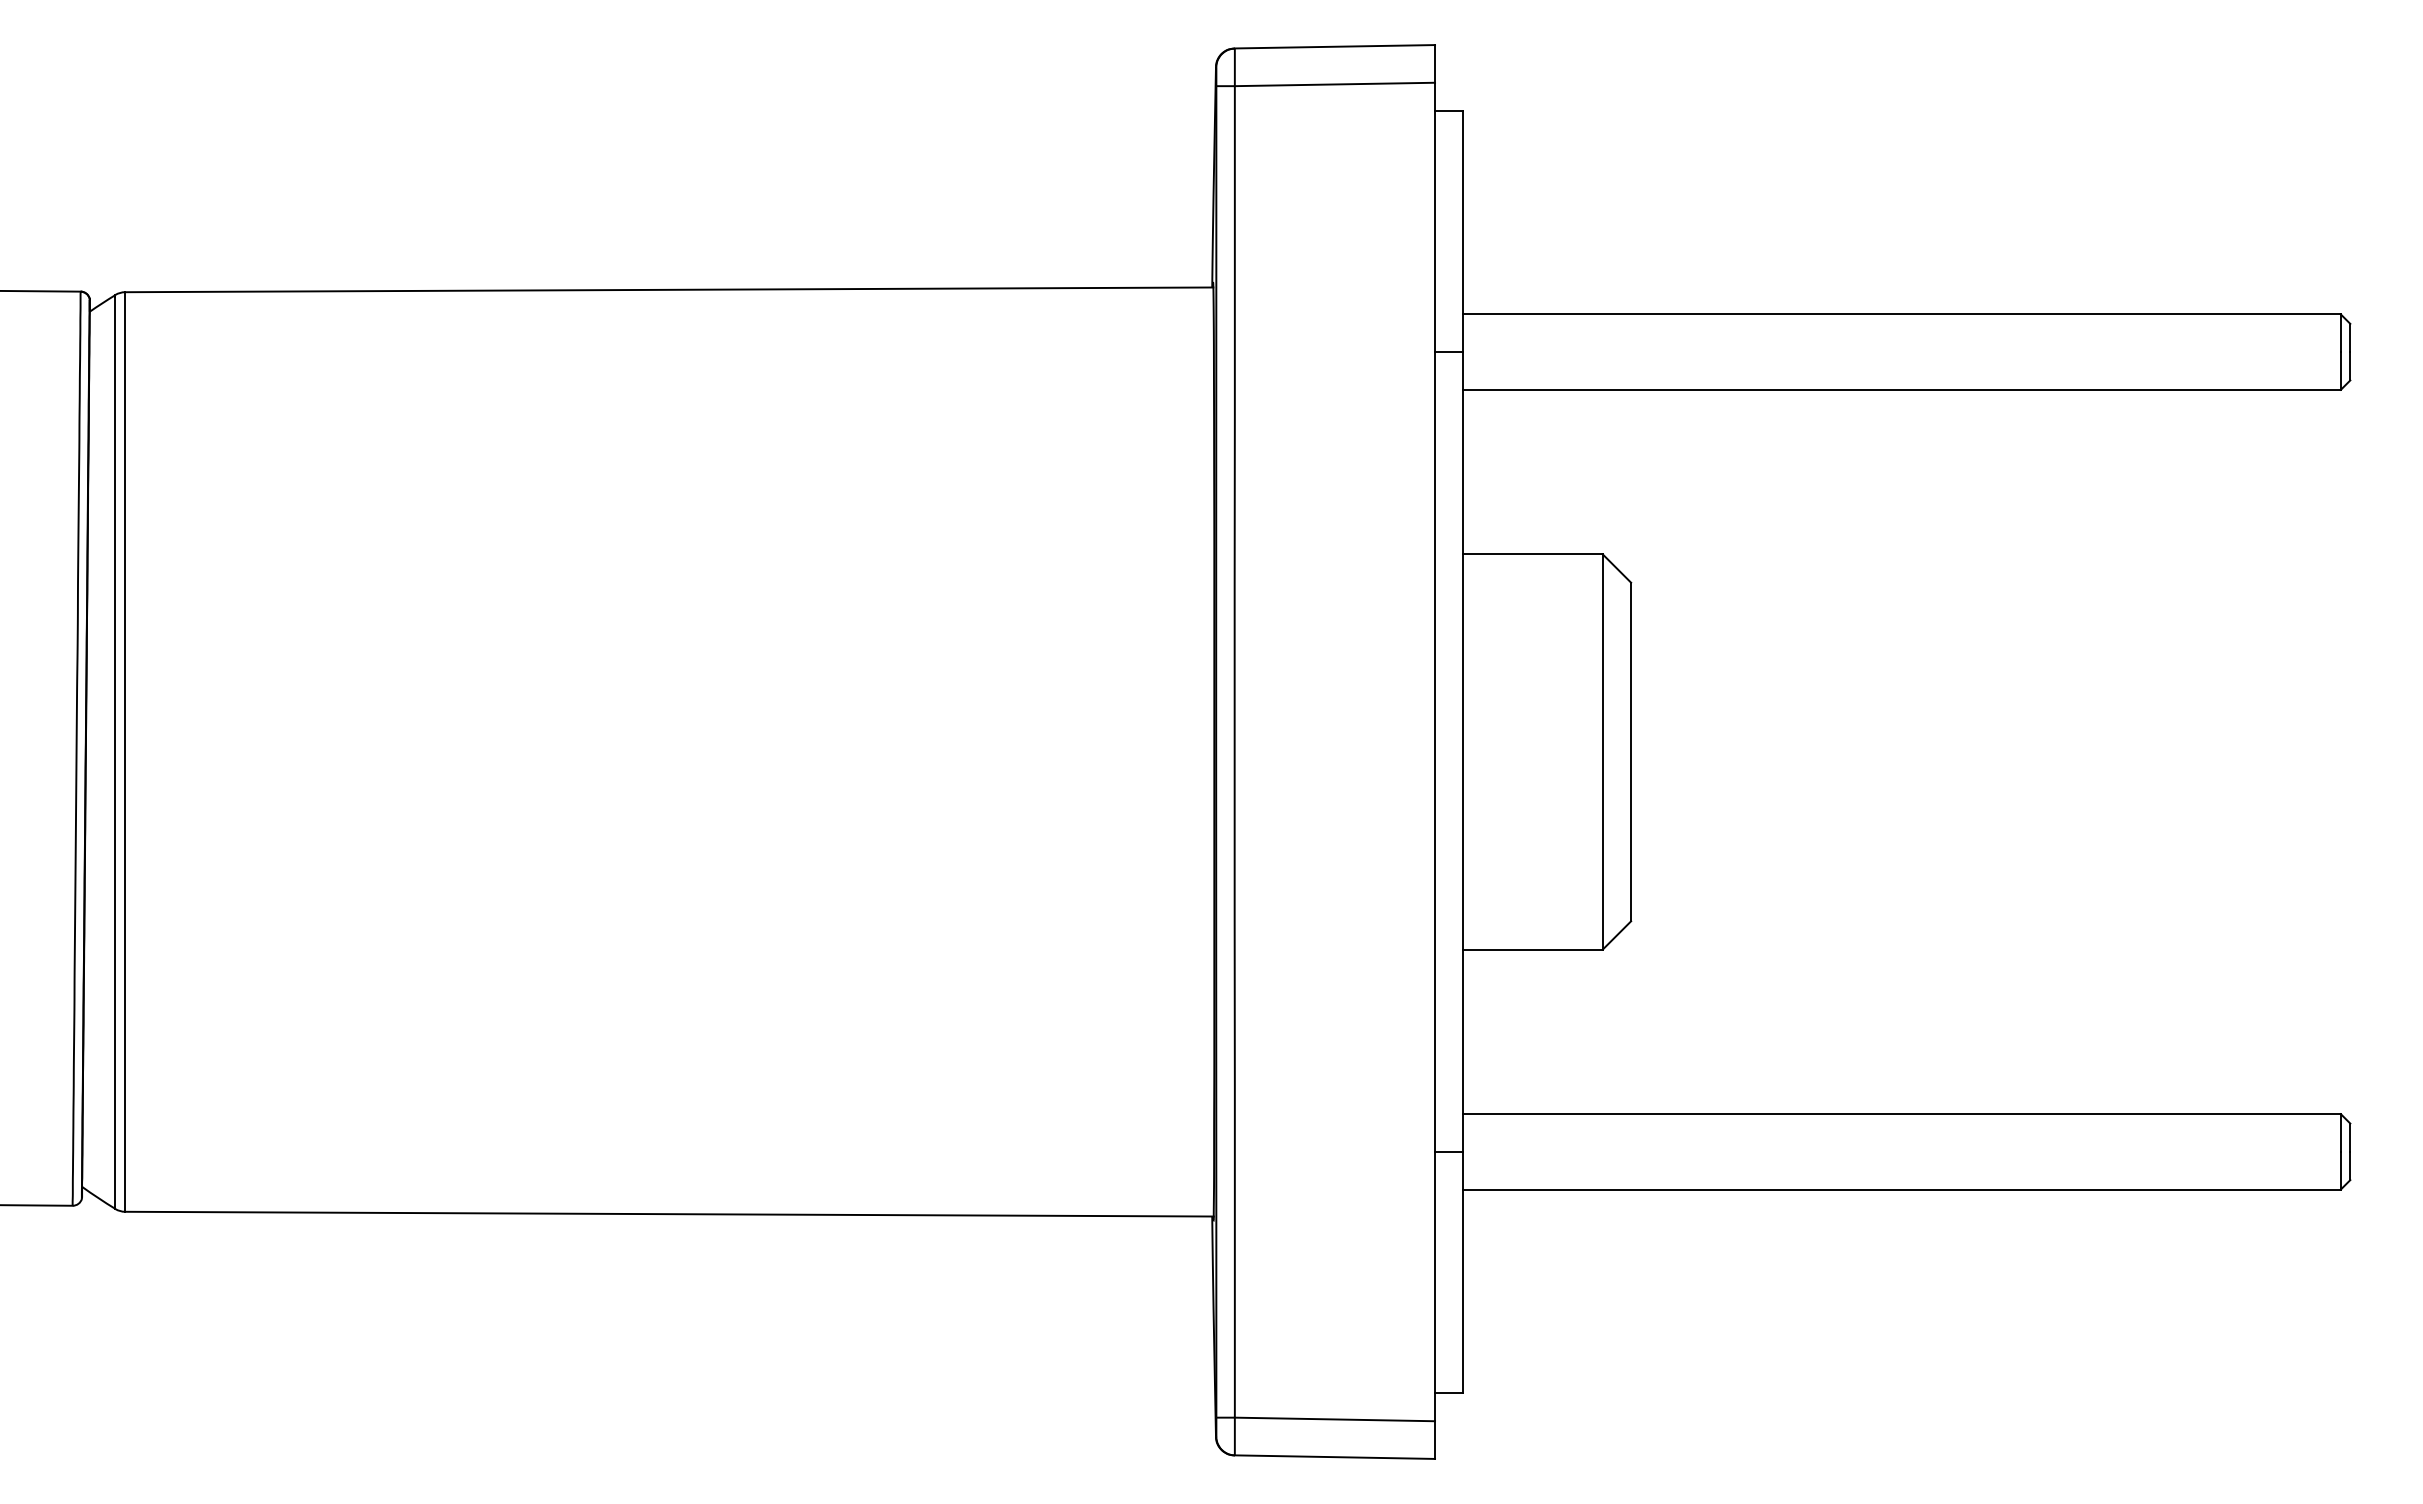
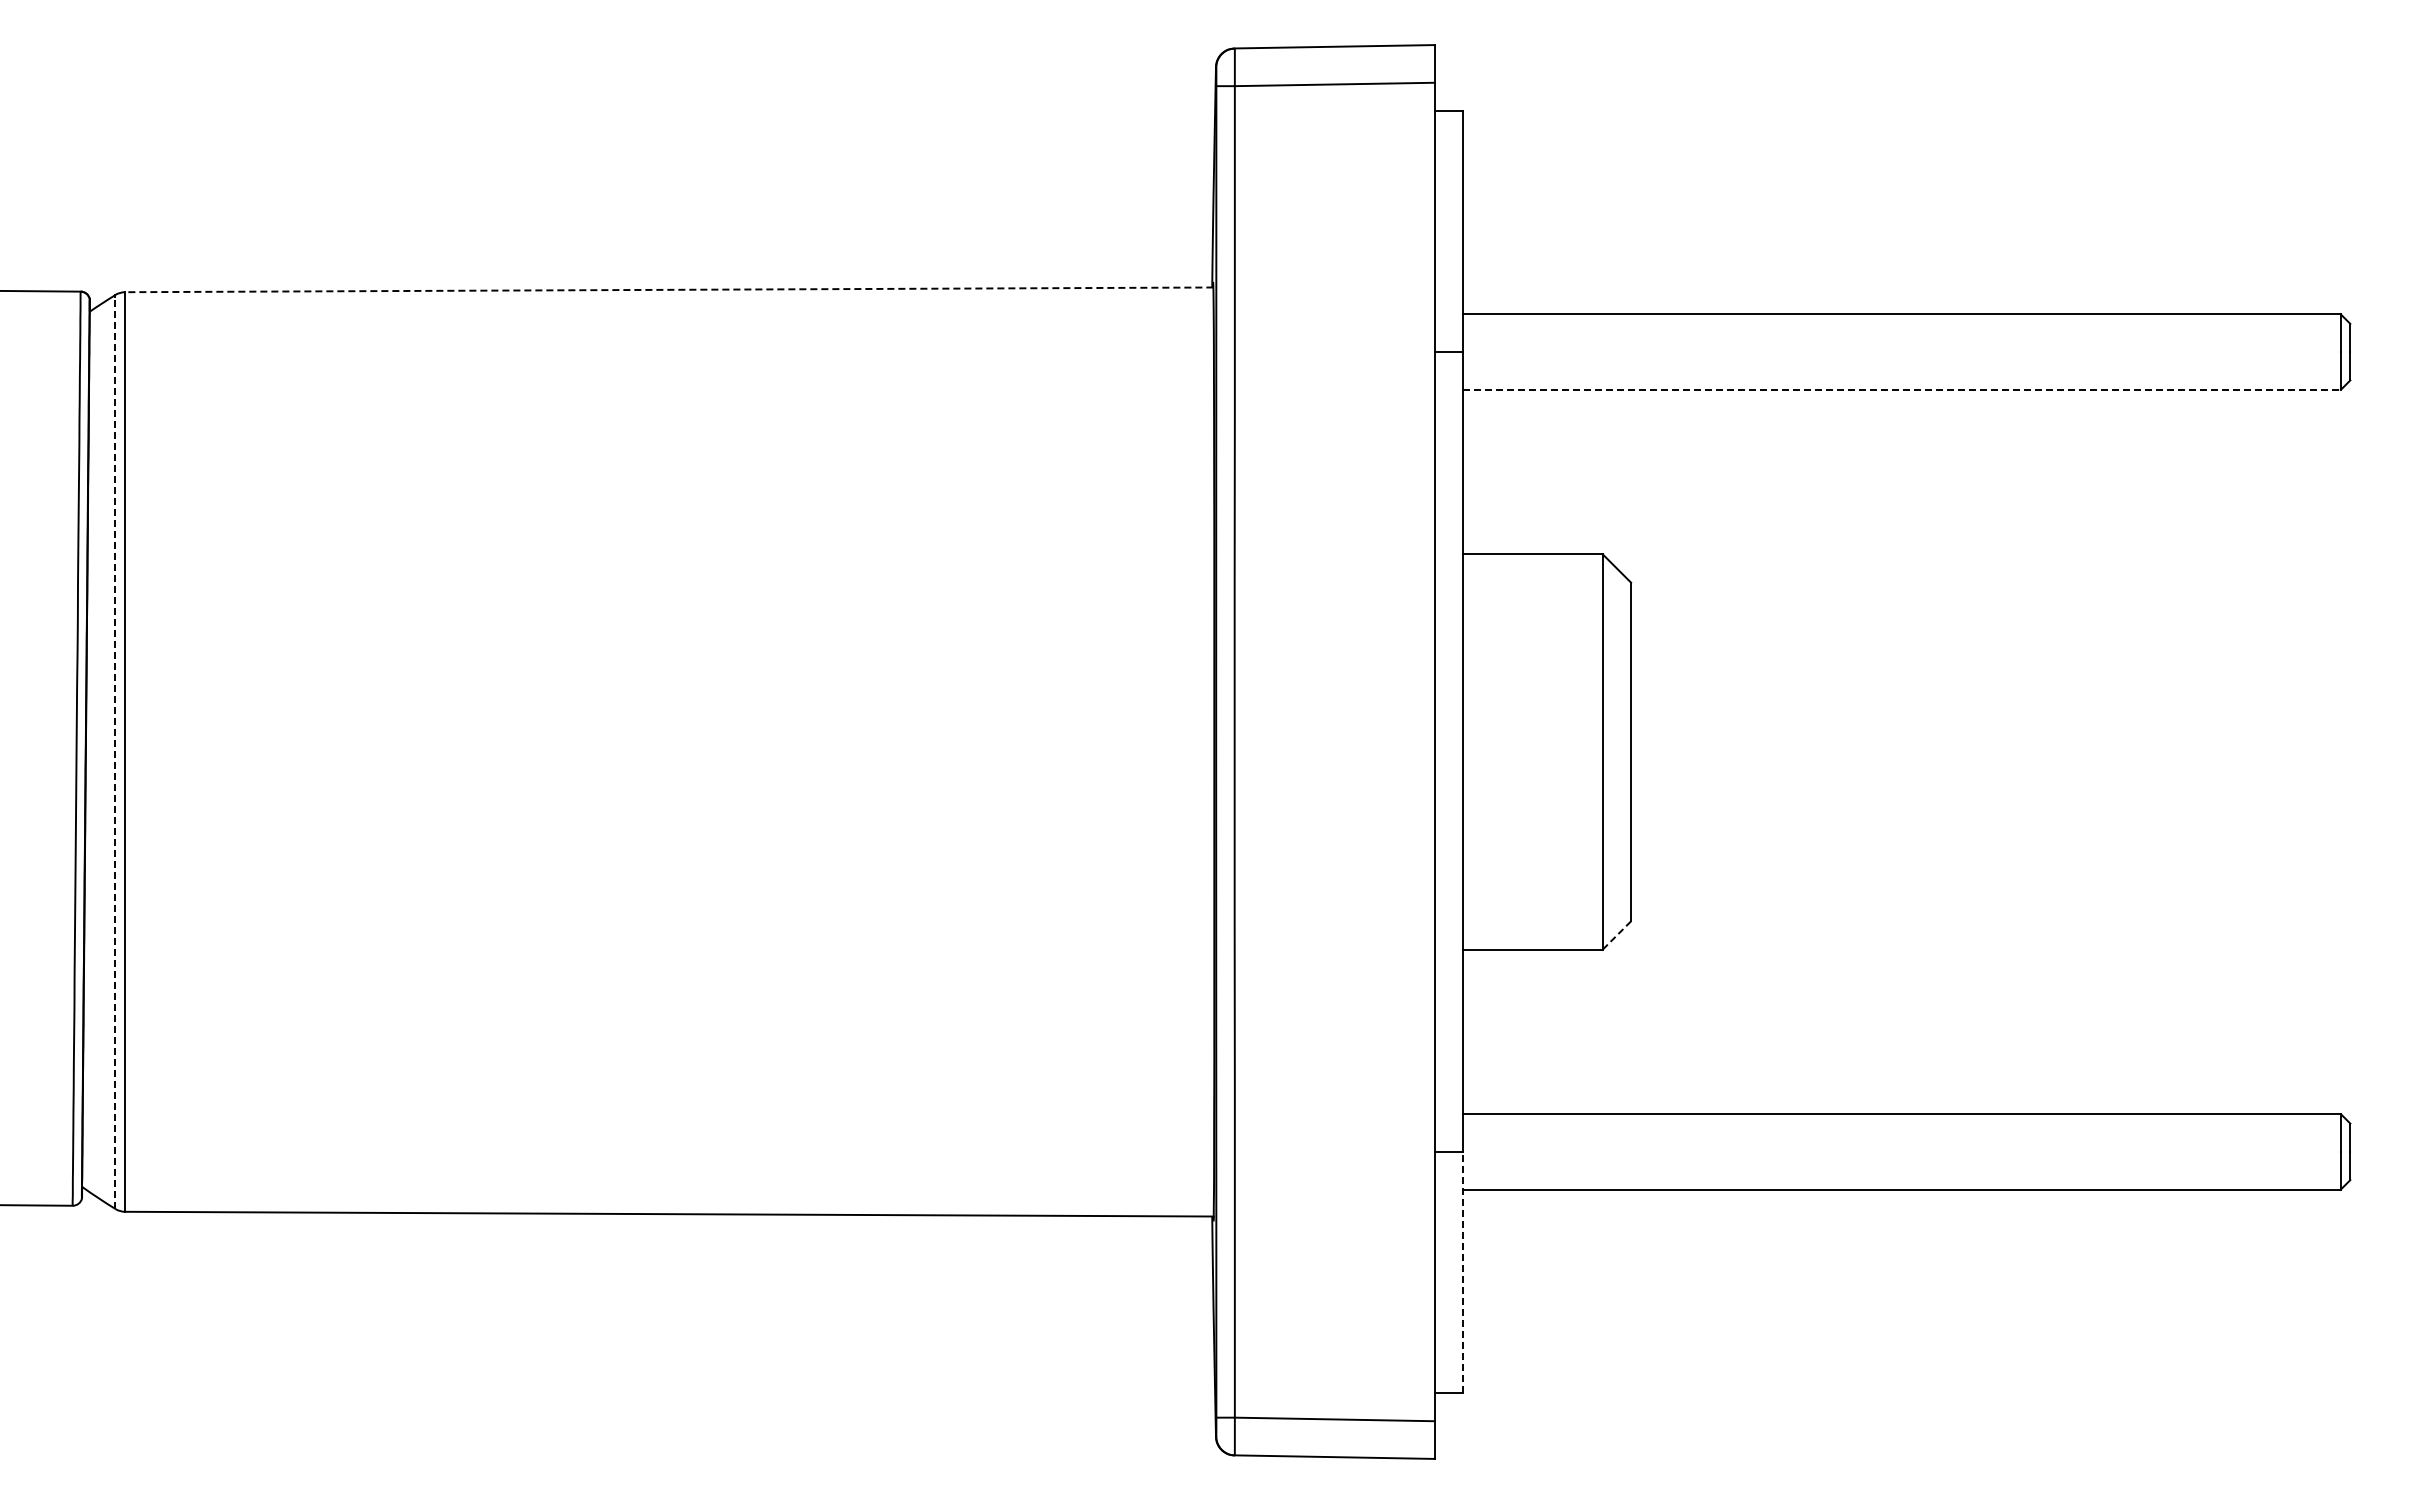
line at (668, 289): solid -> dashed
line at (1902, 389): solid -> dashed
line at (115, 753): solid -> dashed
line at (1616, 935): solid -> dashed
line at (1463, 1272): solid -> dashed
